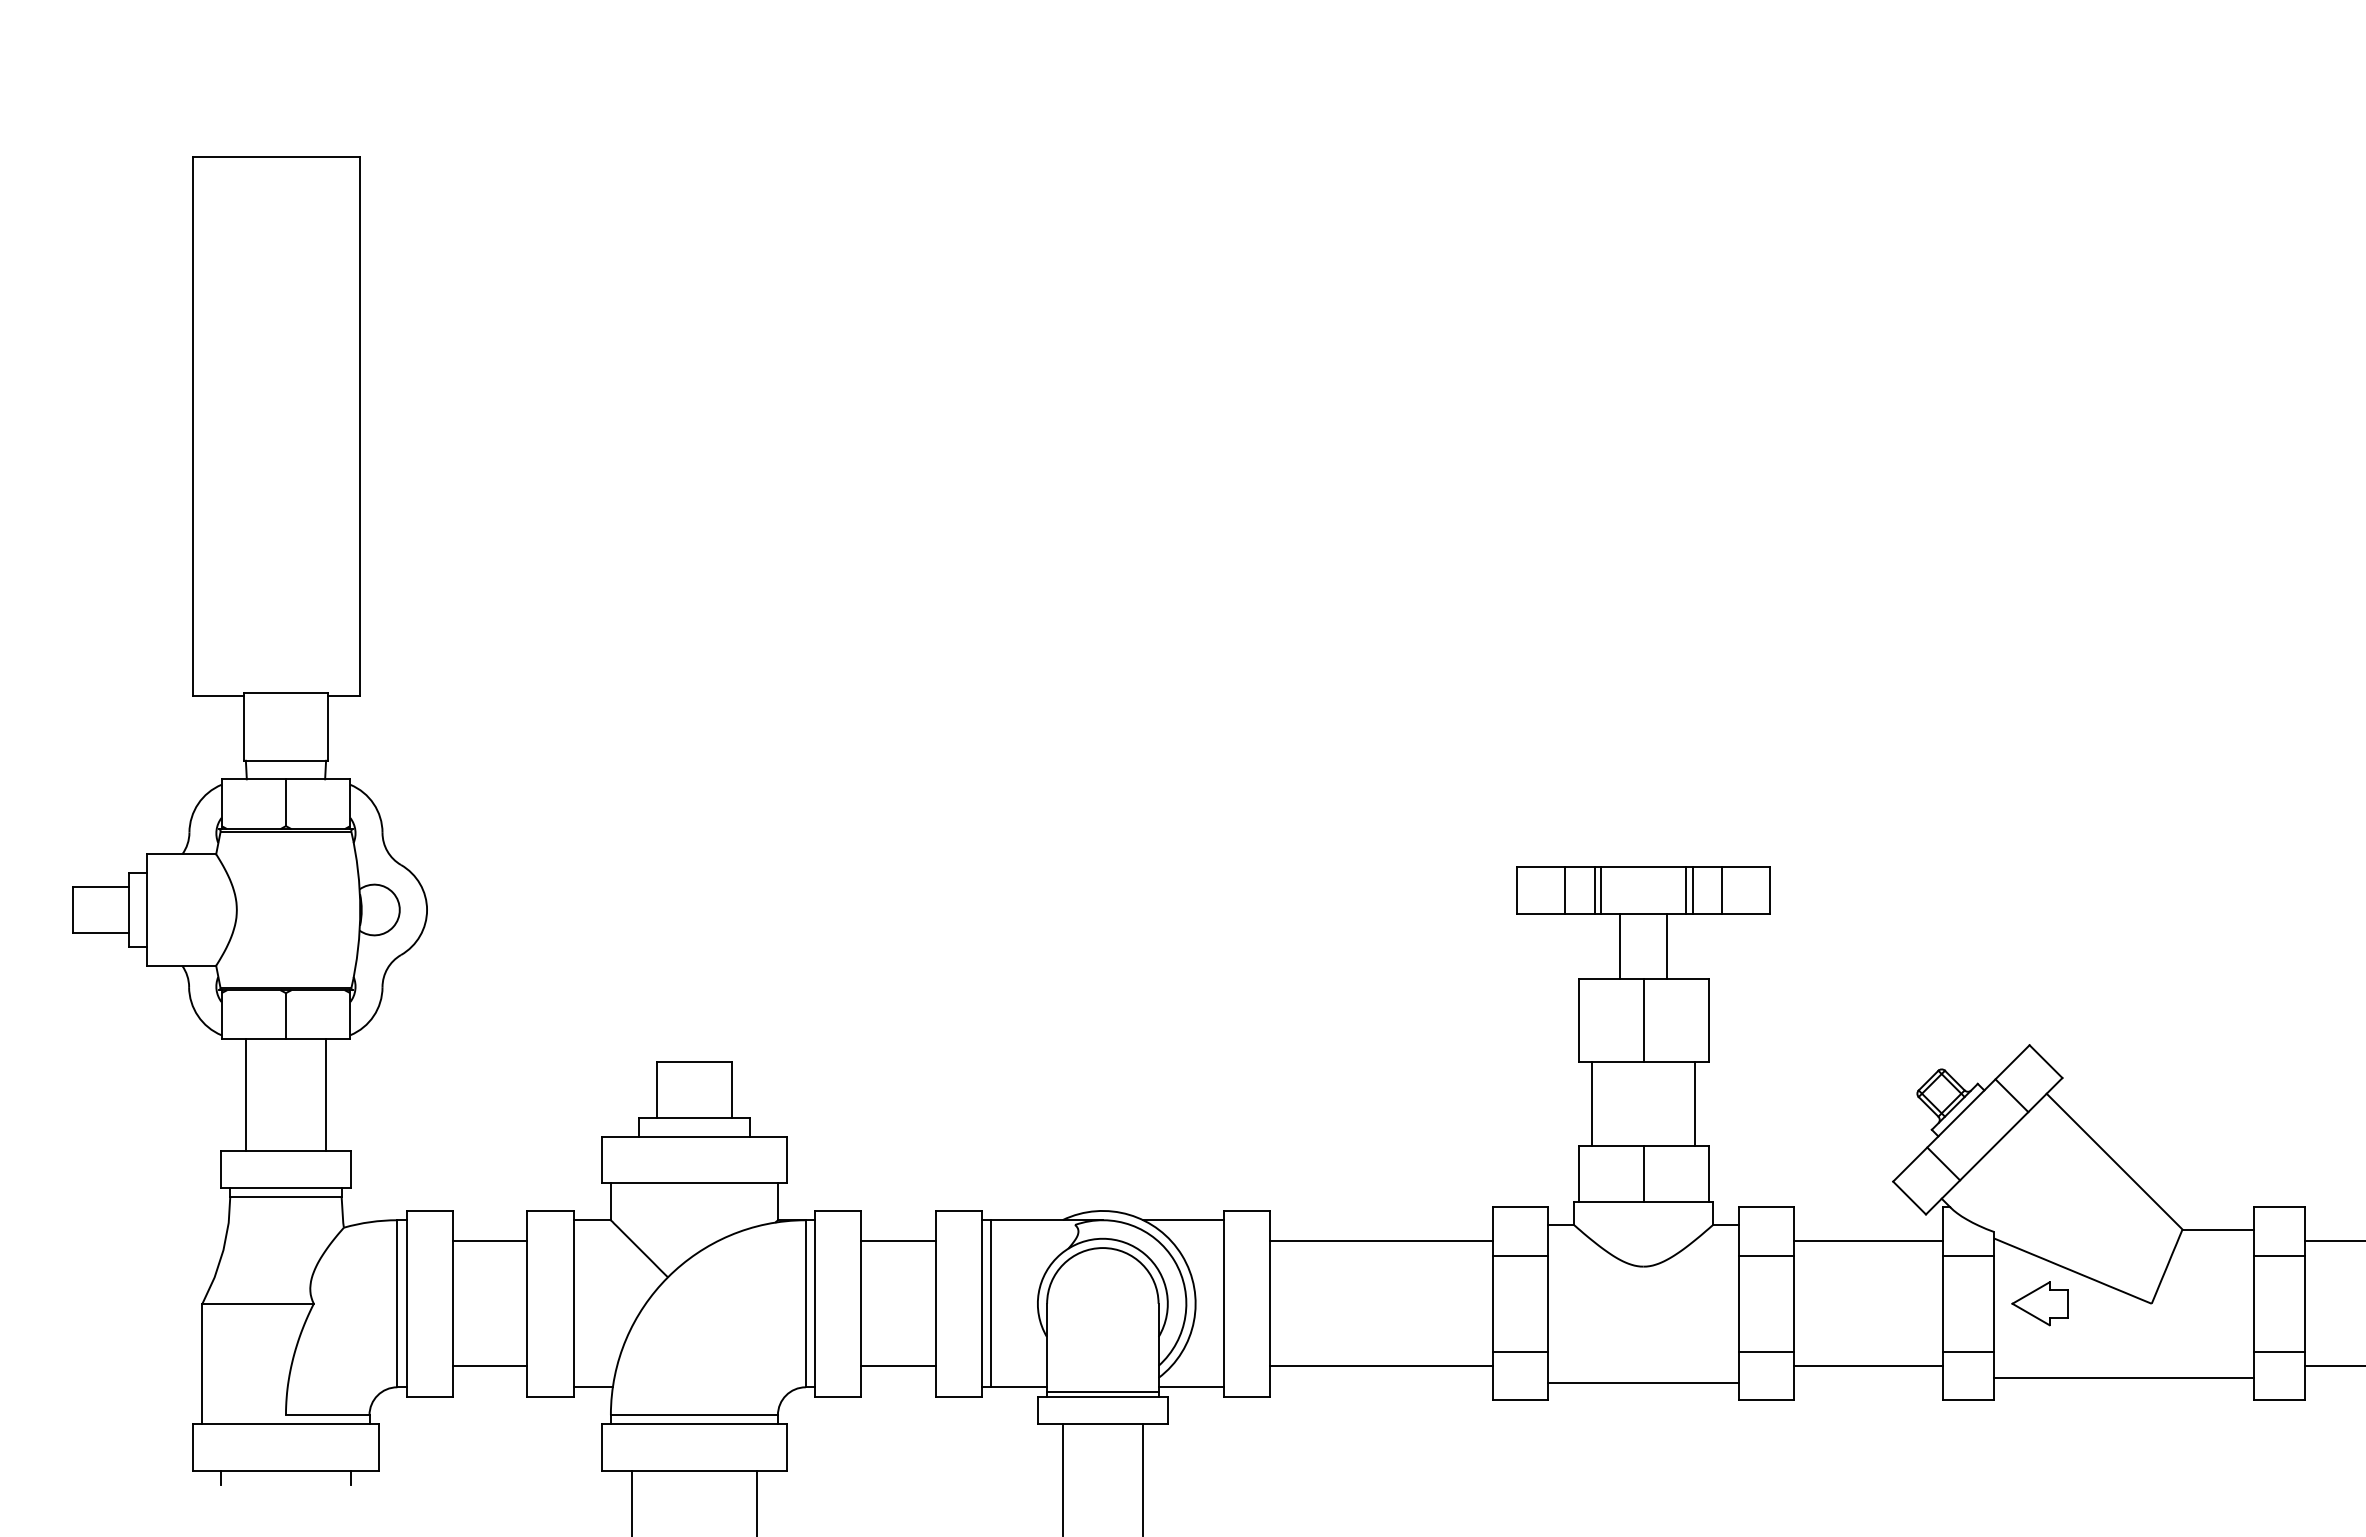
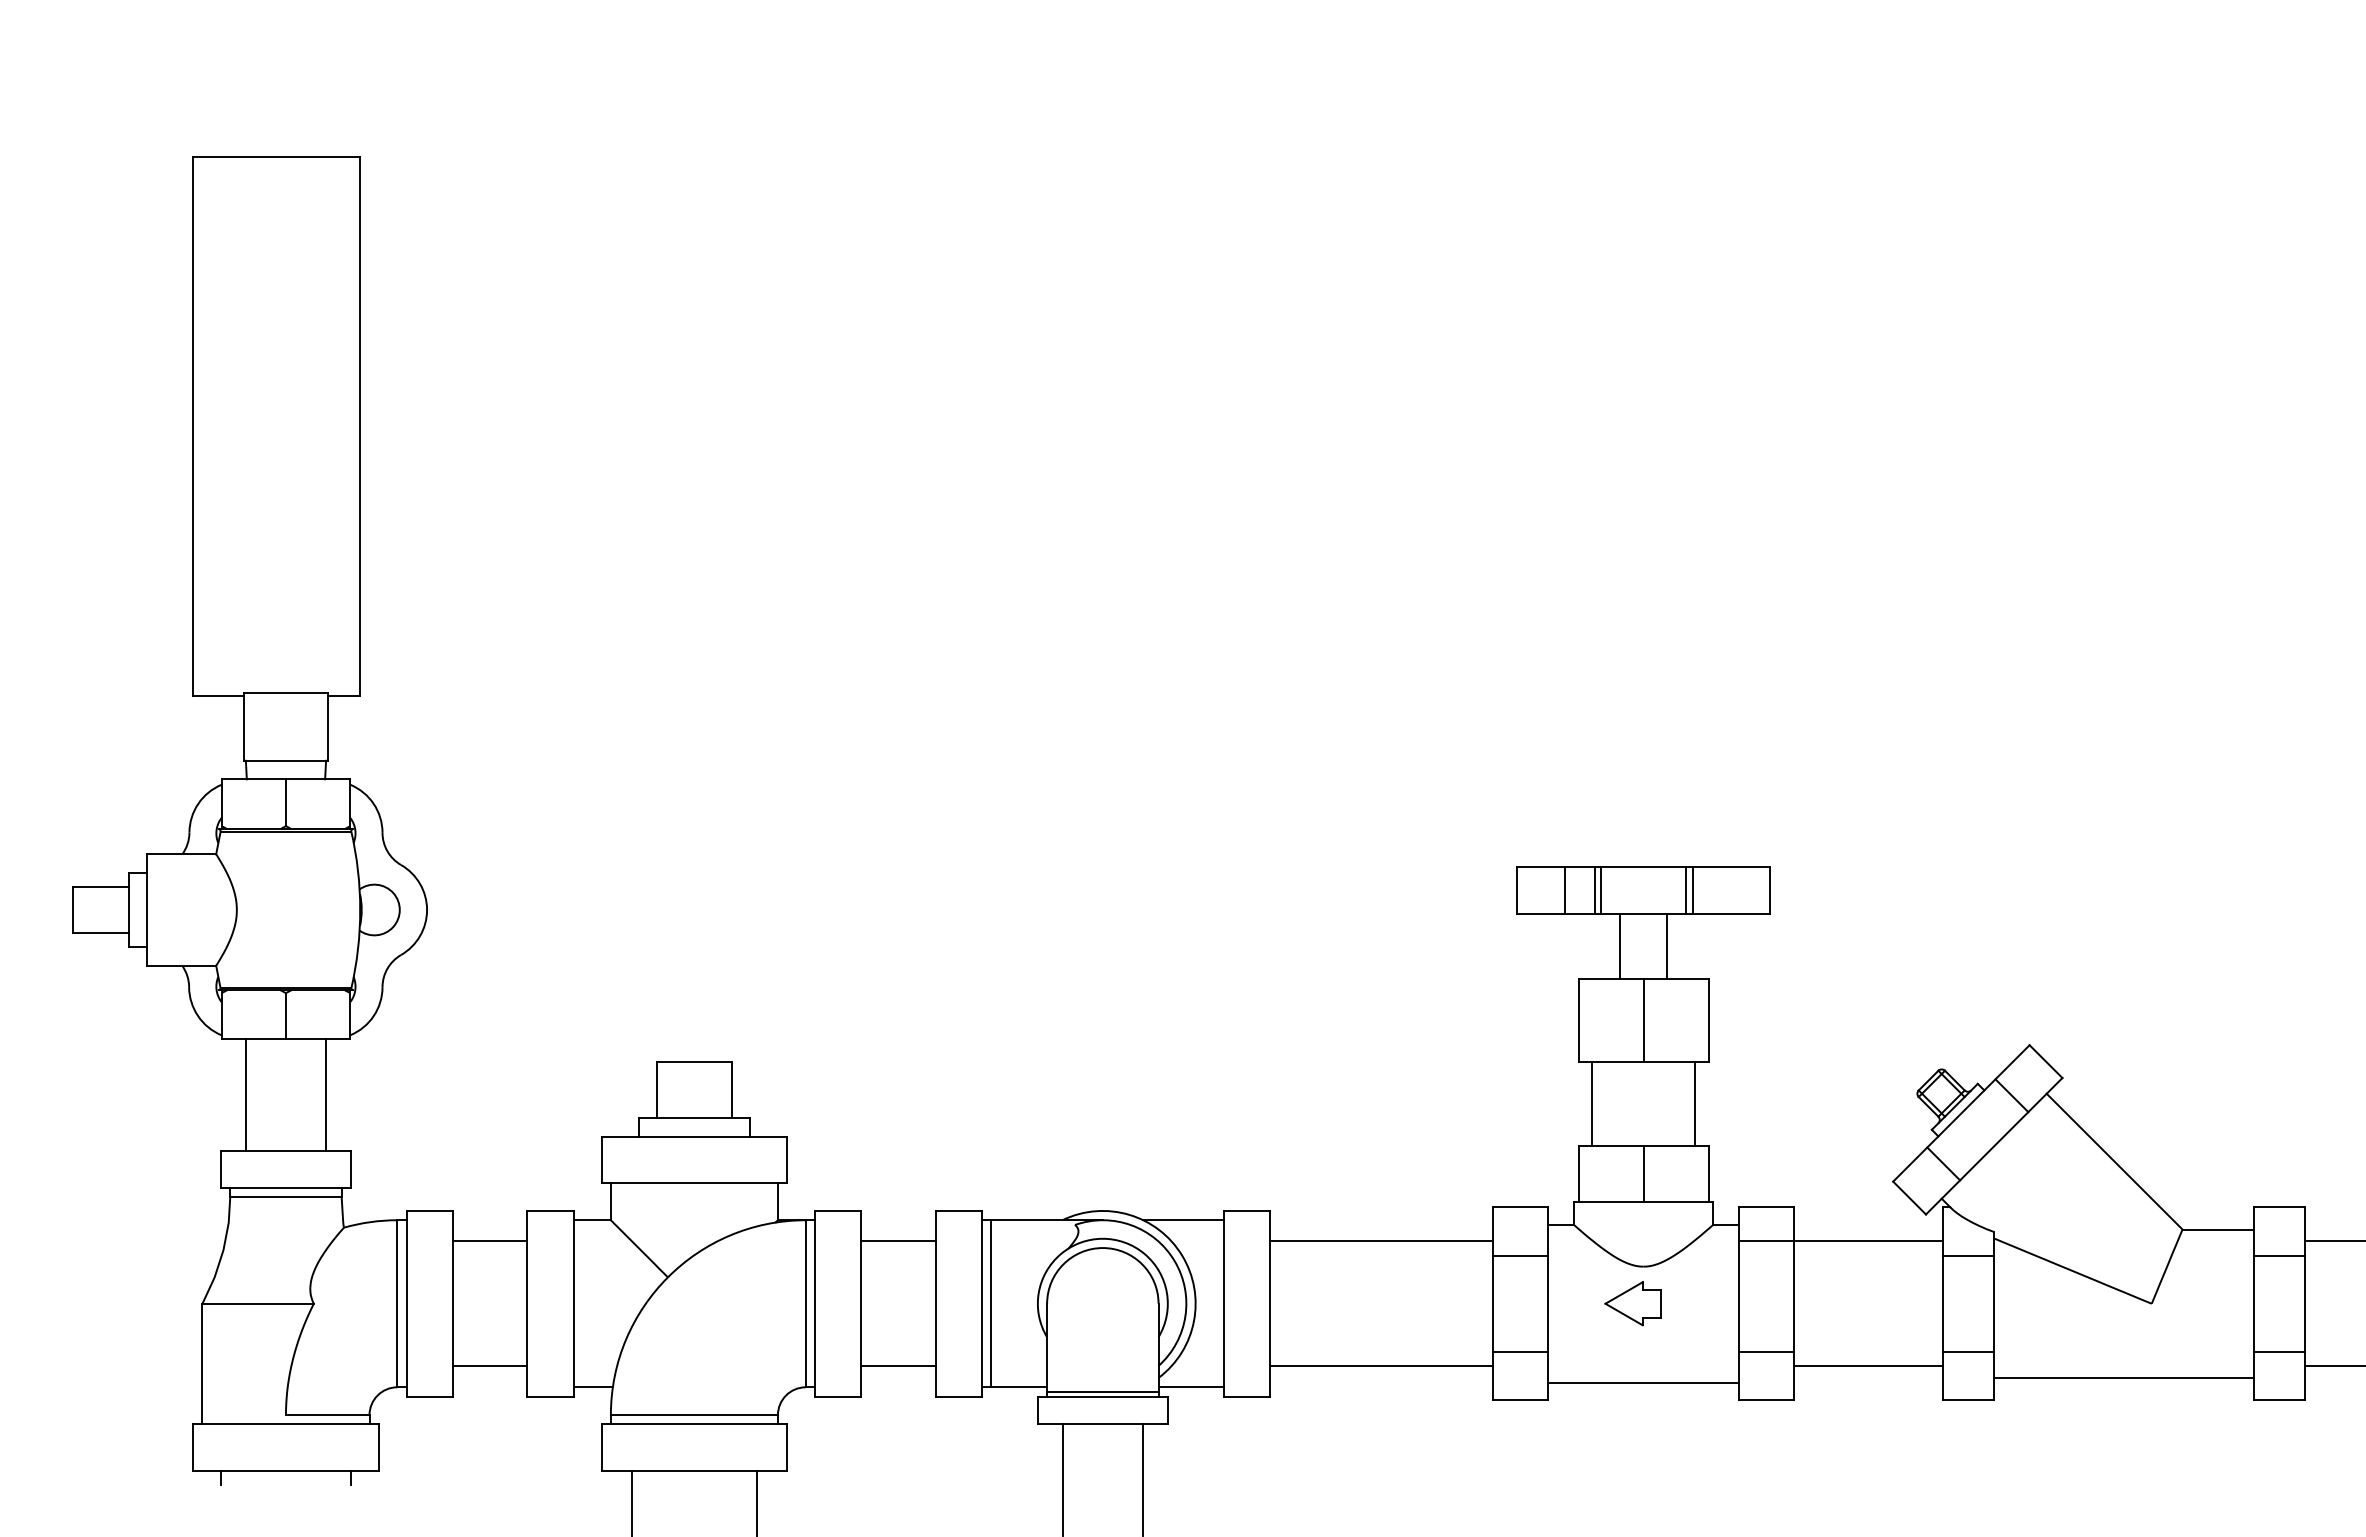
line at (1722, 890): present -> none
line at (1766, 1255) position: (1766, 1255) -> (1766, 1240)
part at (2039, 1303) position: (2039, 1303) -> (1632, 1303)
